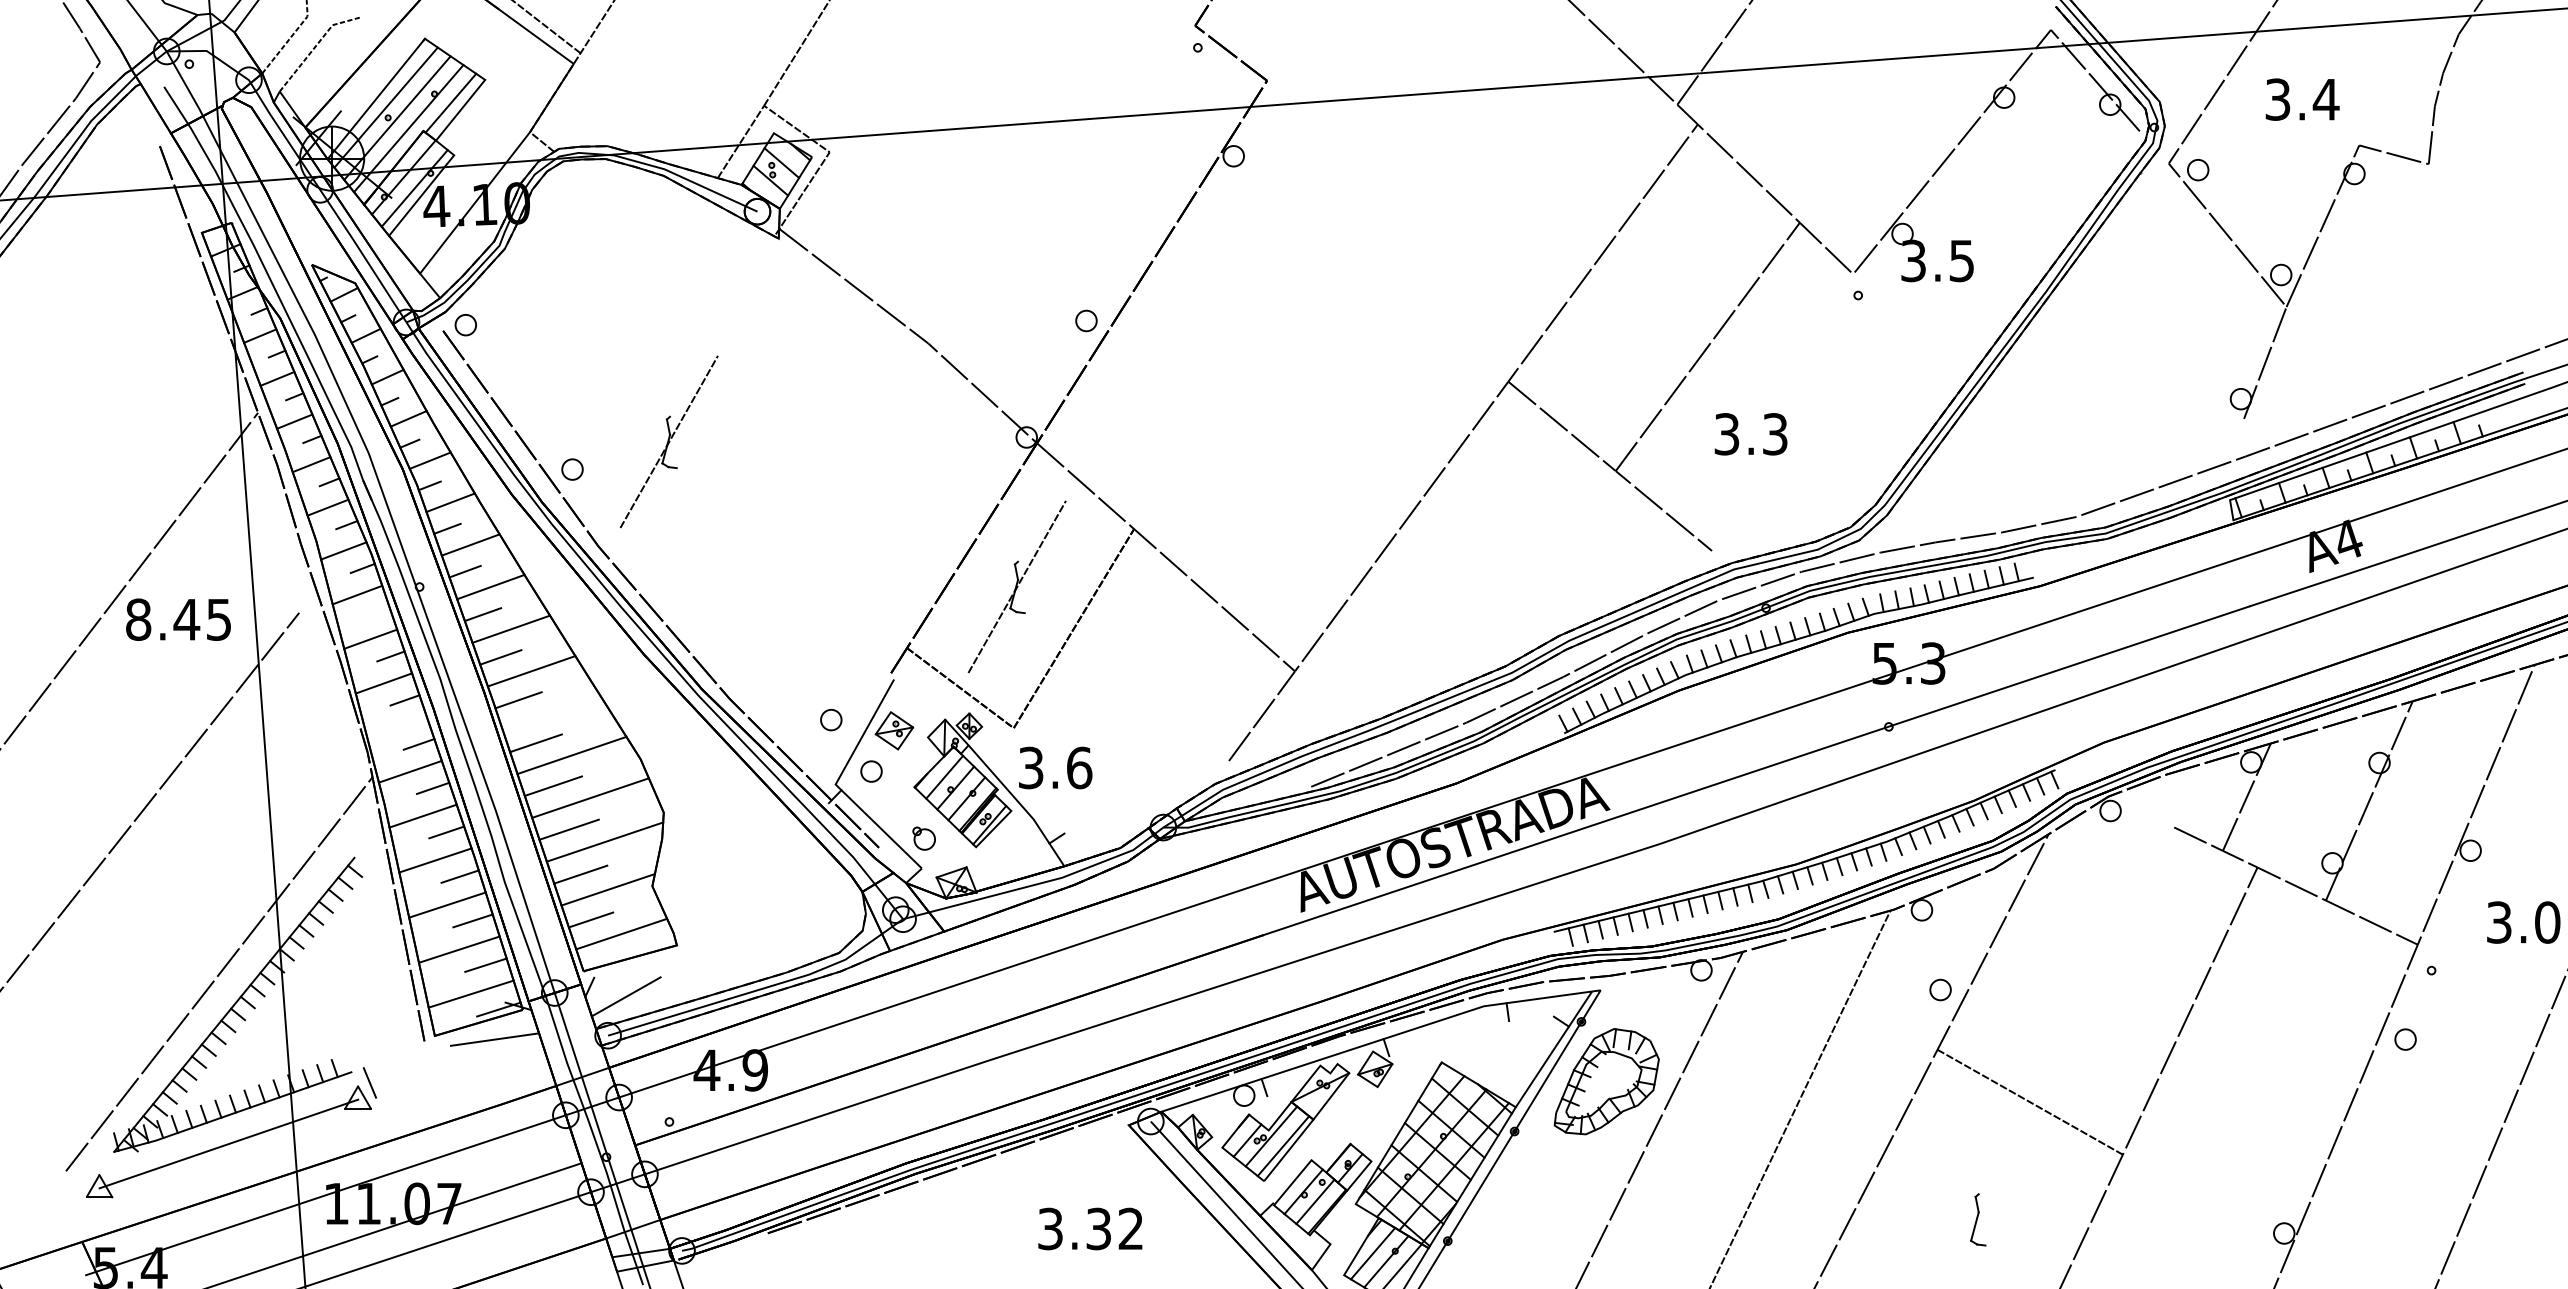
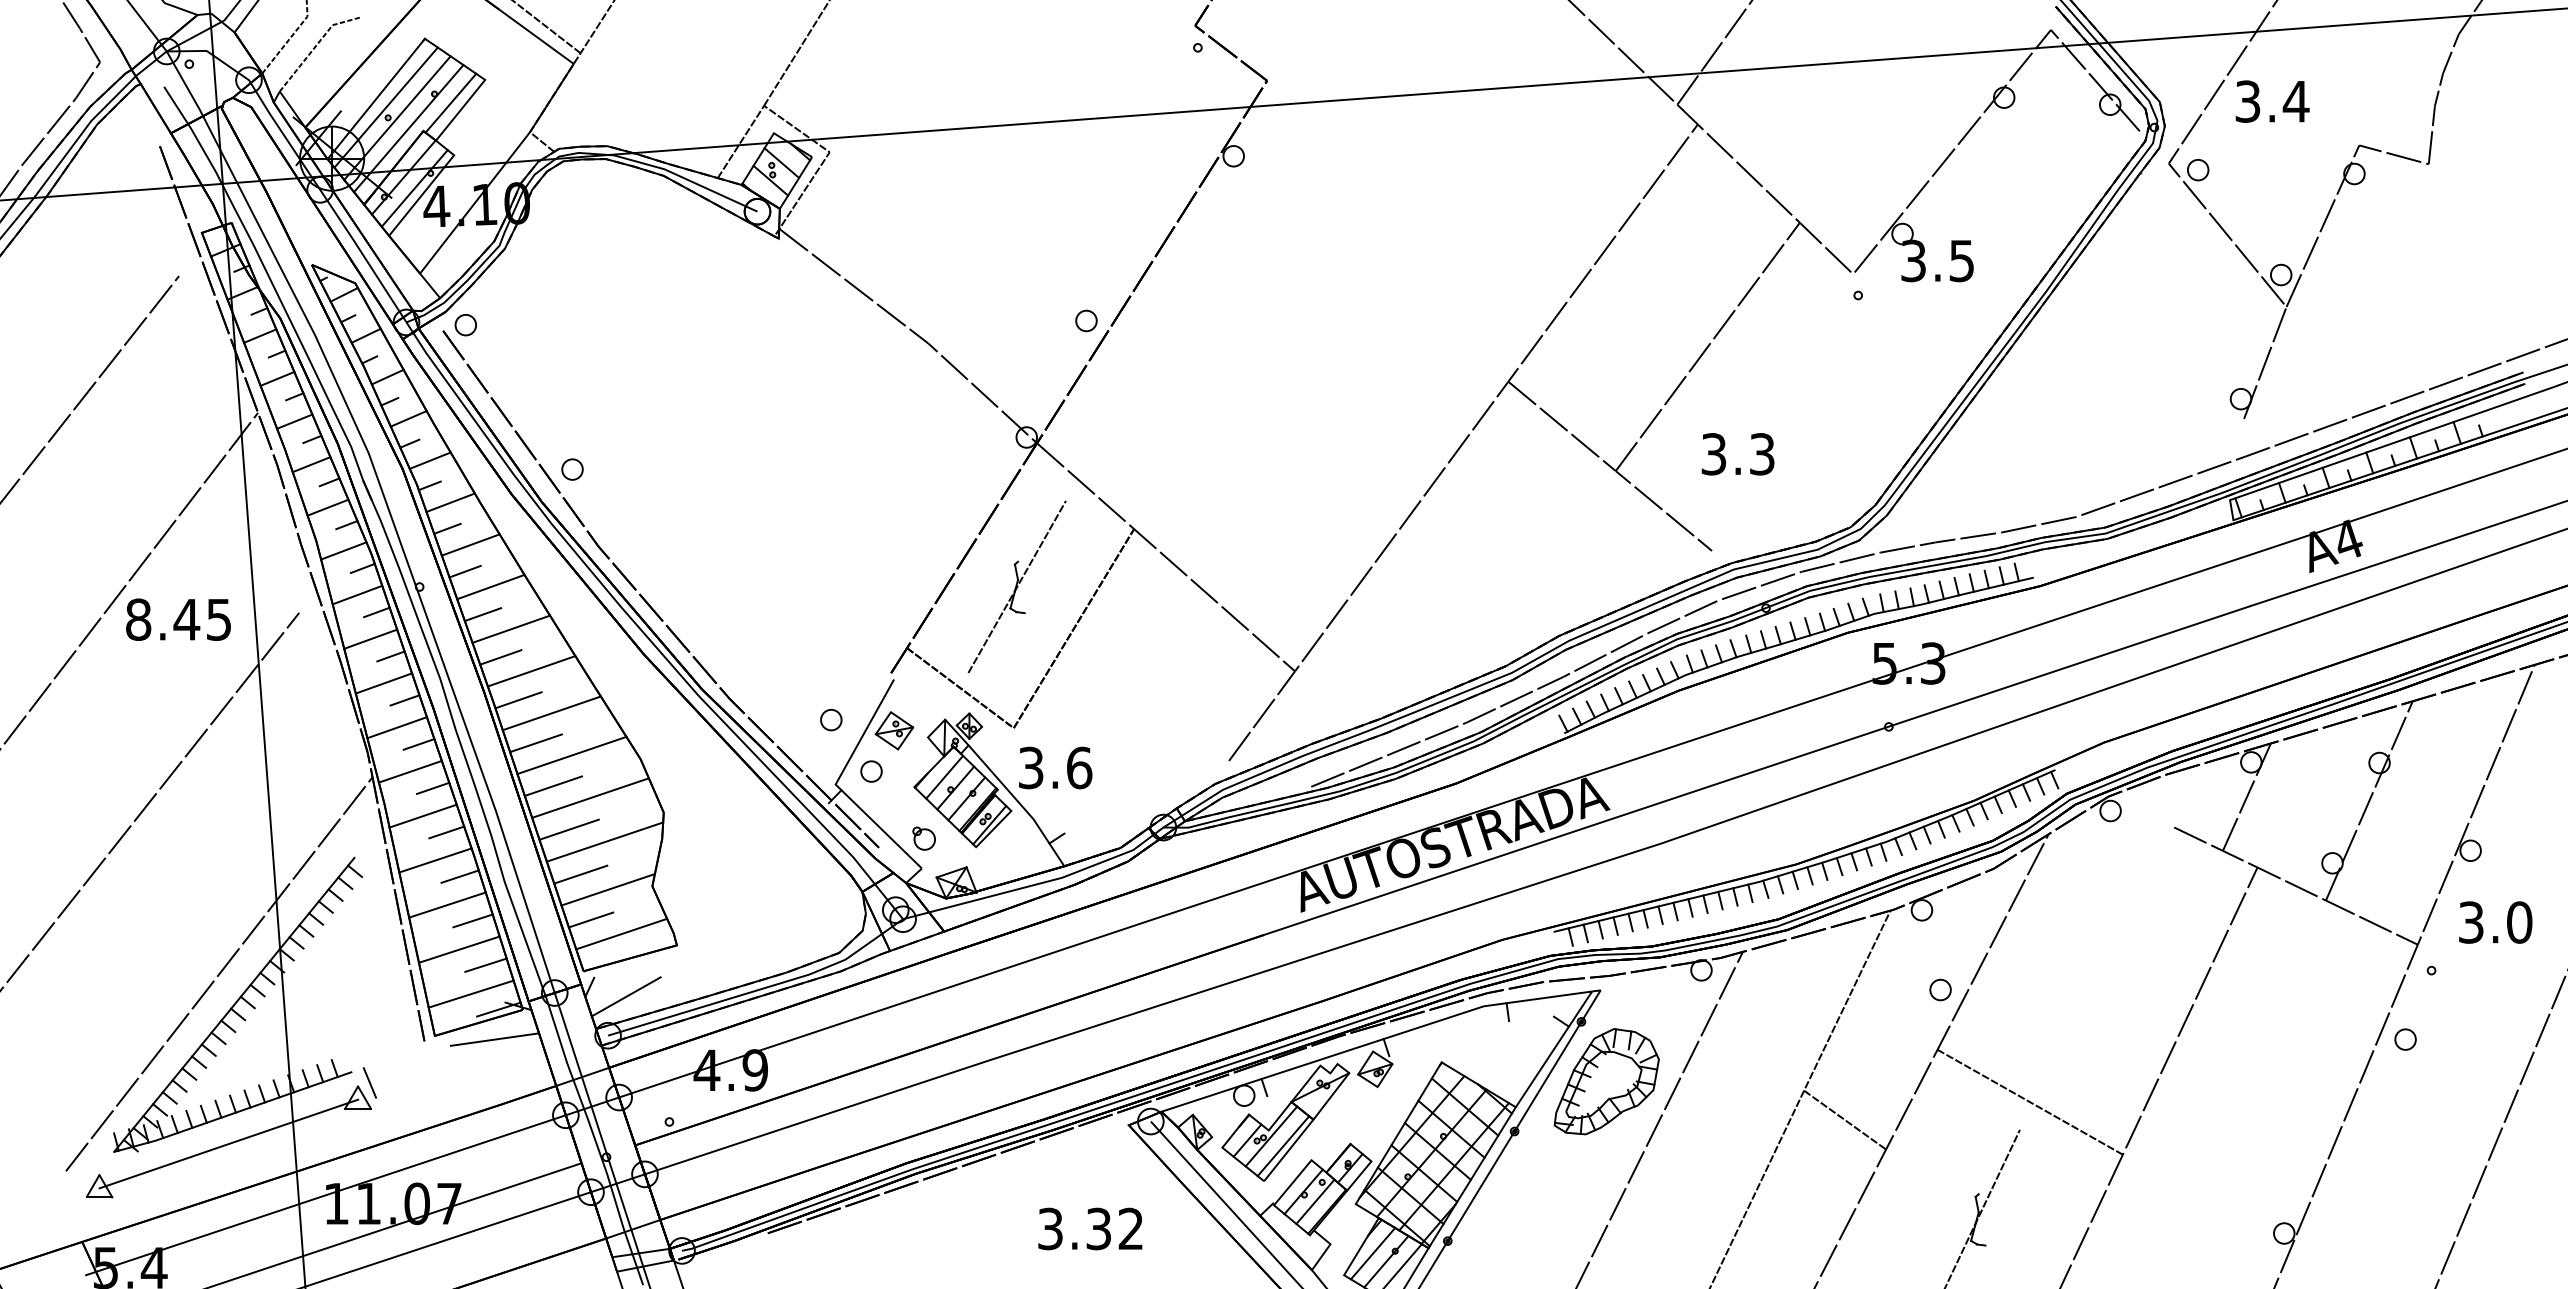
text at (2302, 99) position: (2302, 99) -> (2272, 101)
line at (90, 388): none -> present
text at (1750, 434) position: (1750, 434) -> (1737, 454)
part at (668, 441): present -> none
line at (376, 612): none -> present
line at (551, 713): none -> present
line at (396, 727): none -> present
text at (2523, 922) position: (2523, 922) -> (2495, 922)
line at (1845, 1119): none -> present
line at (1982, 1207): none -> present
